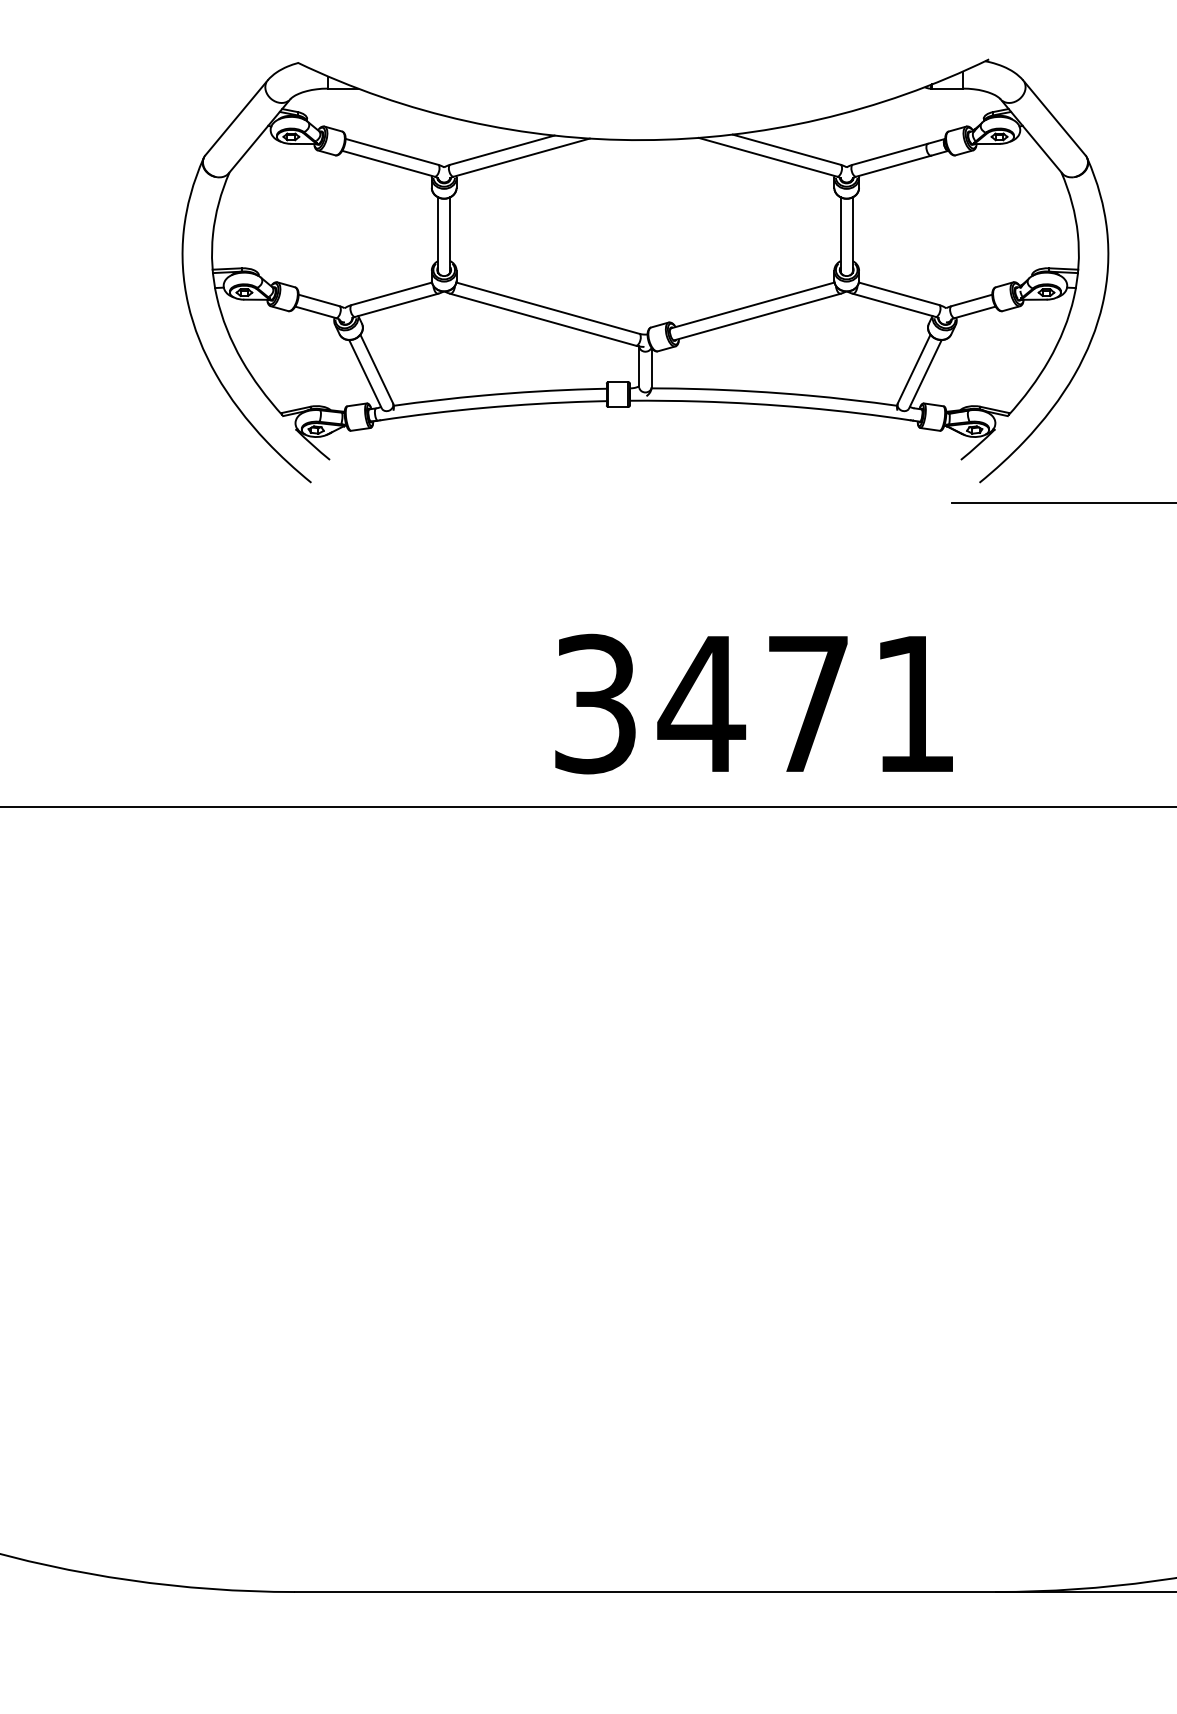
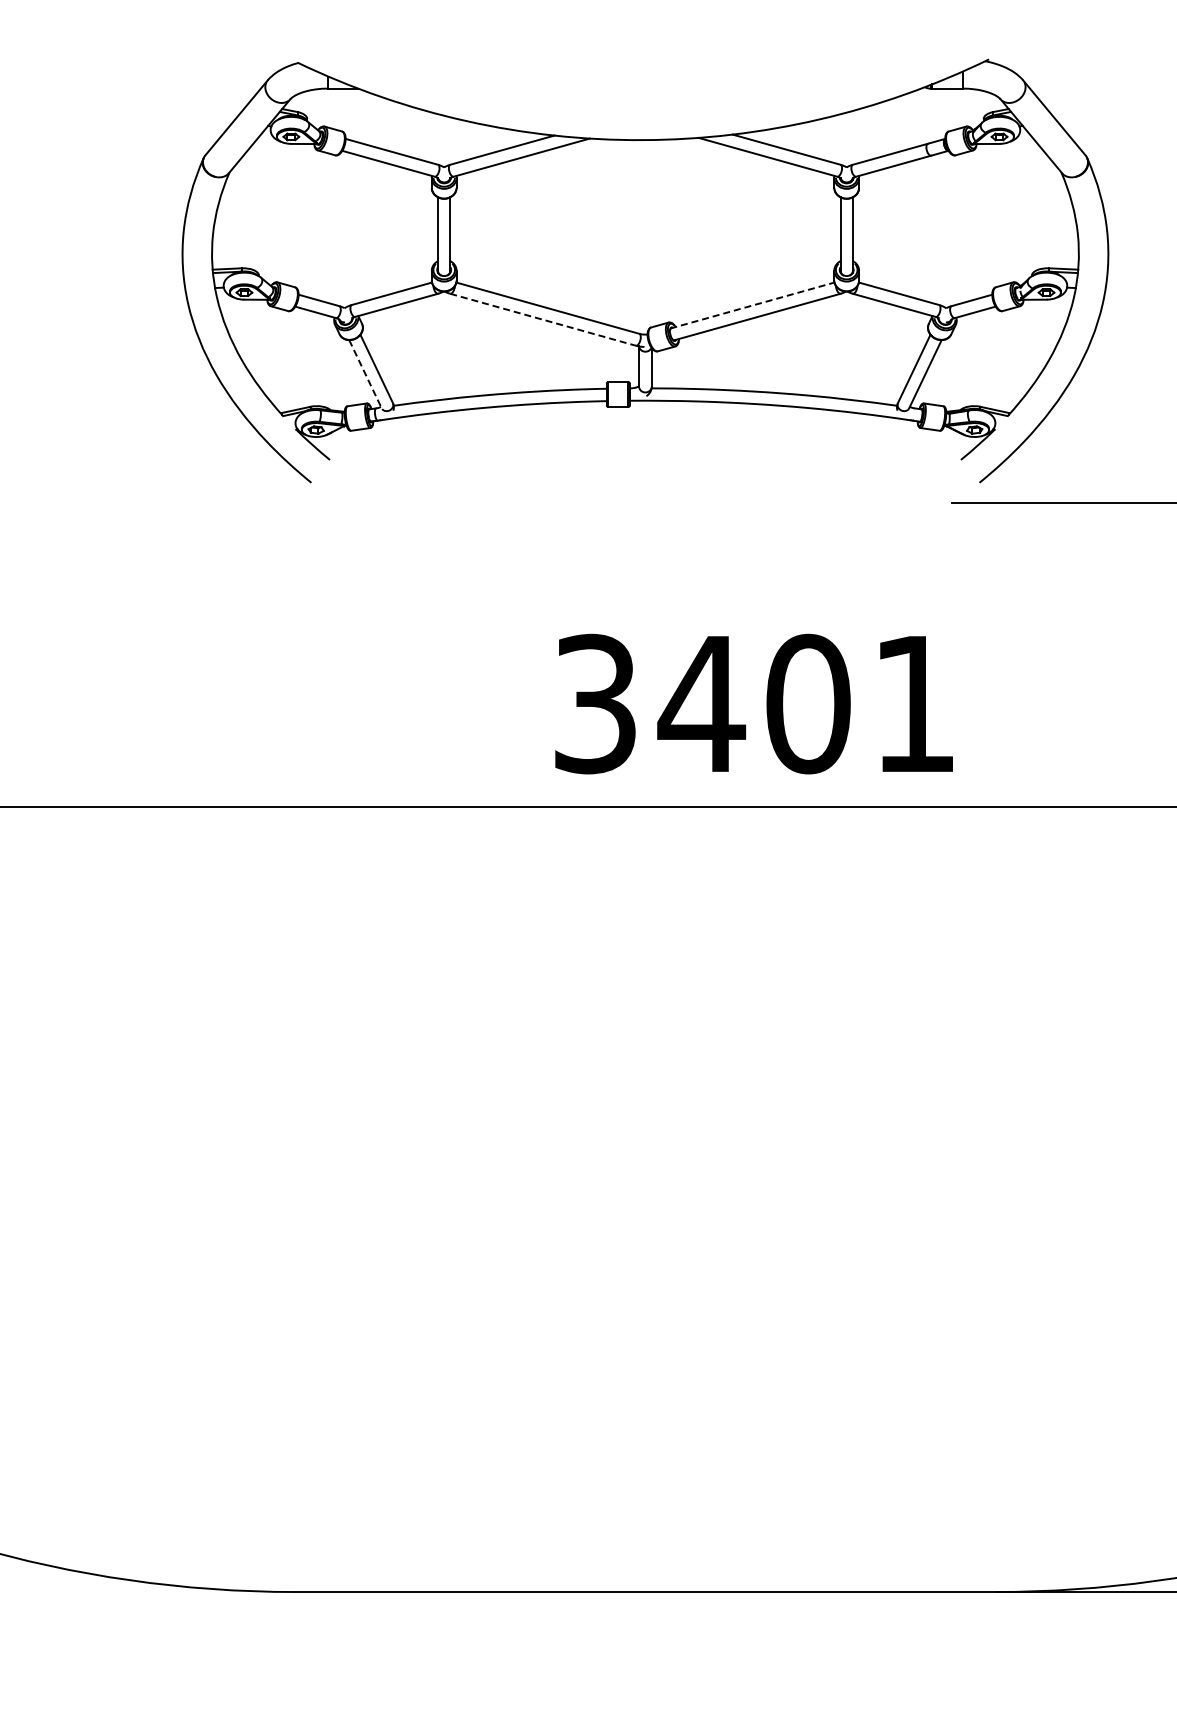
line at (752, 305): solid -> dashed
line at (543, 319): solid -> dashed
line at (365, 374): solid -> dashed
text at (808, 703): 3471 -> 3401
